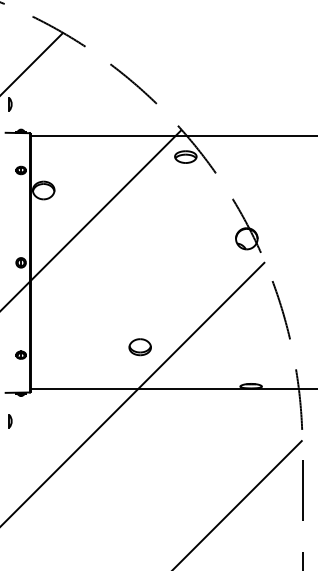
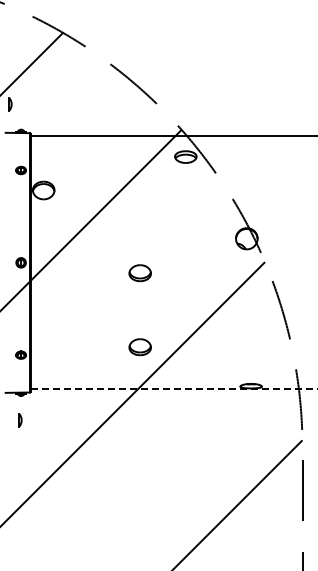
part at (139, 273): none -> present
line at (174, 389): solid -> dashed
part at (10, 421) position: (10, 421) -> (20, 420)
